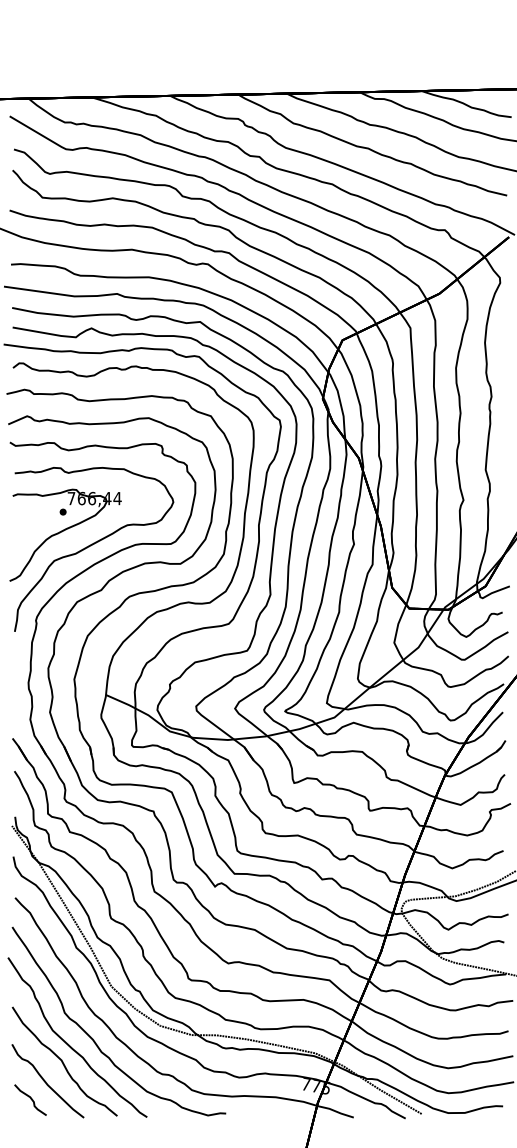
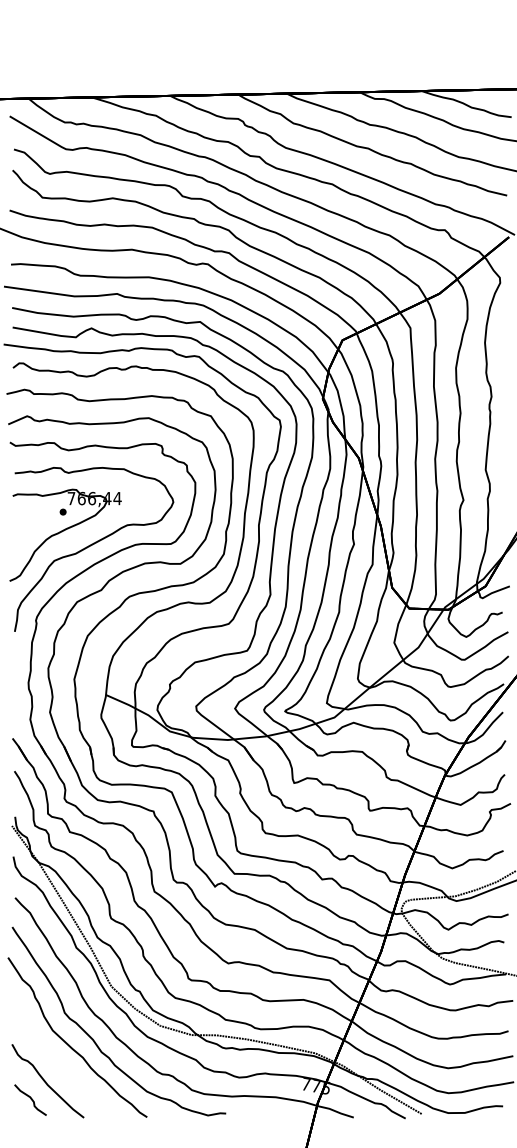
part at (64, 1061): present -> none
